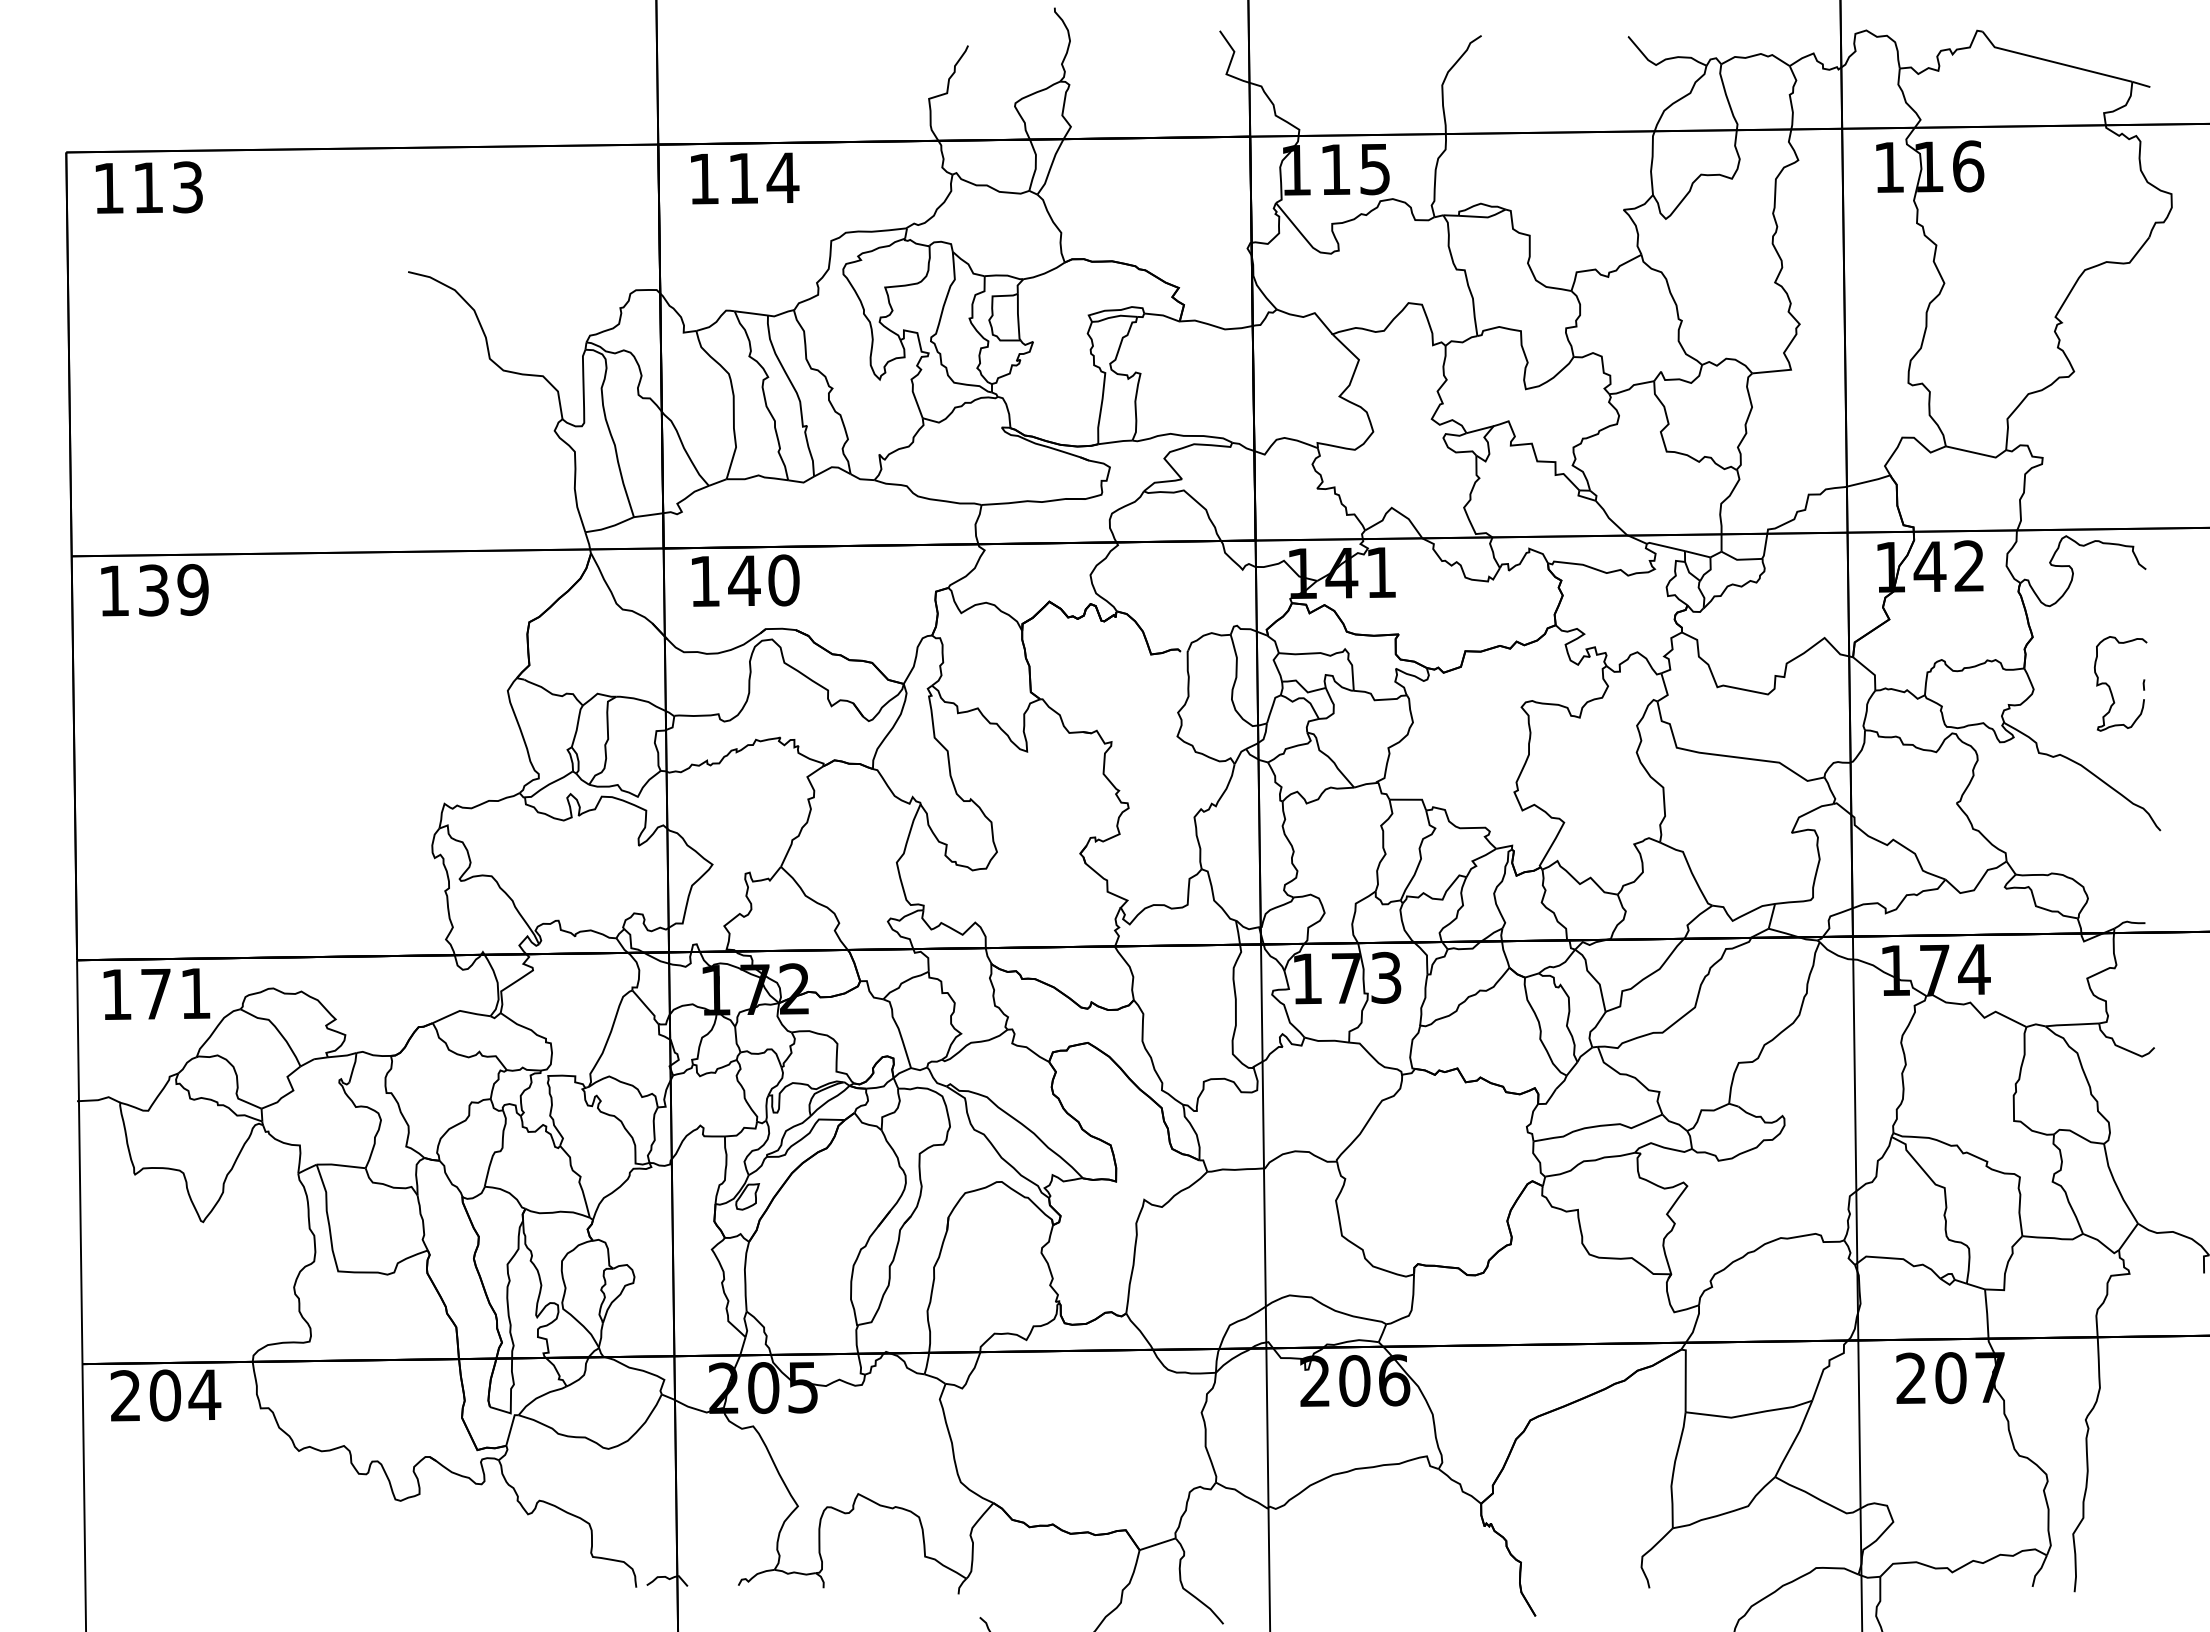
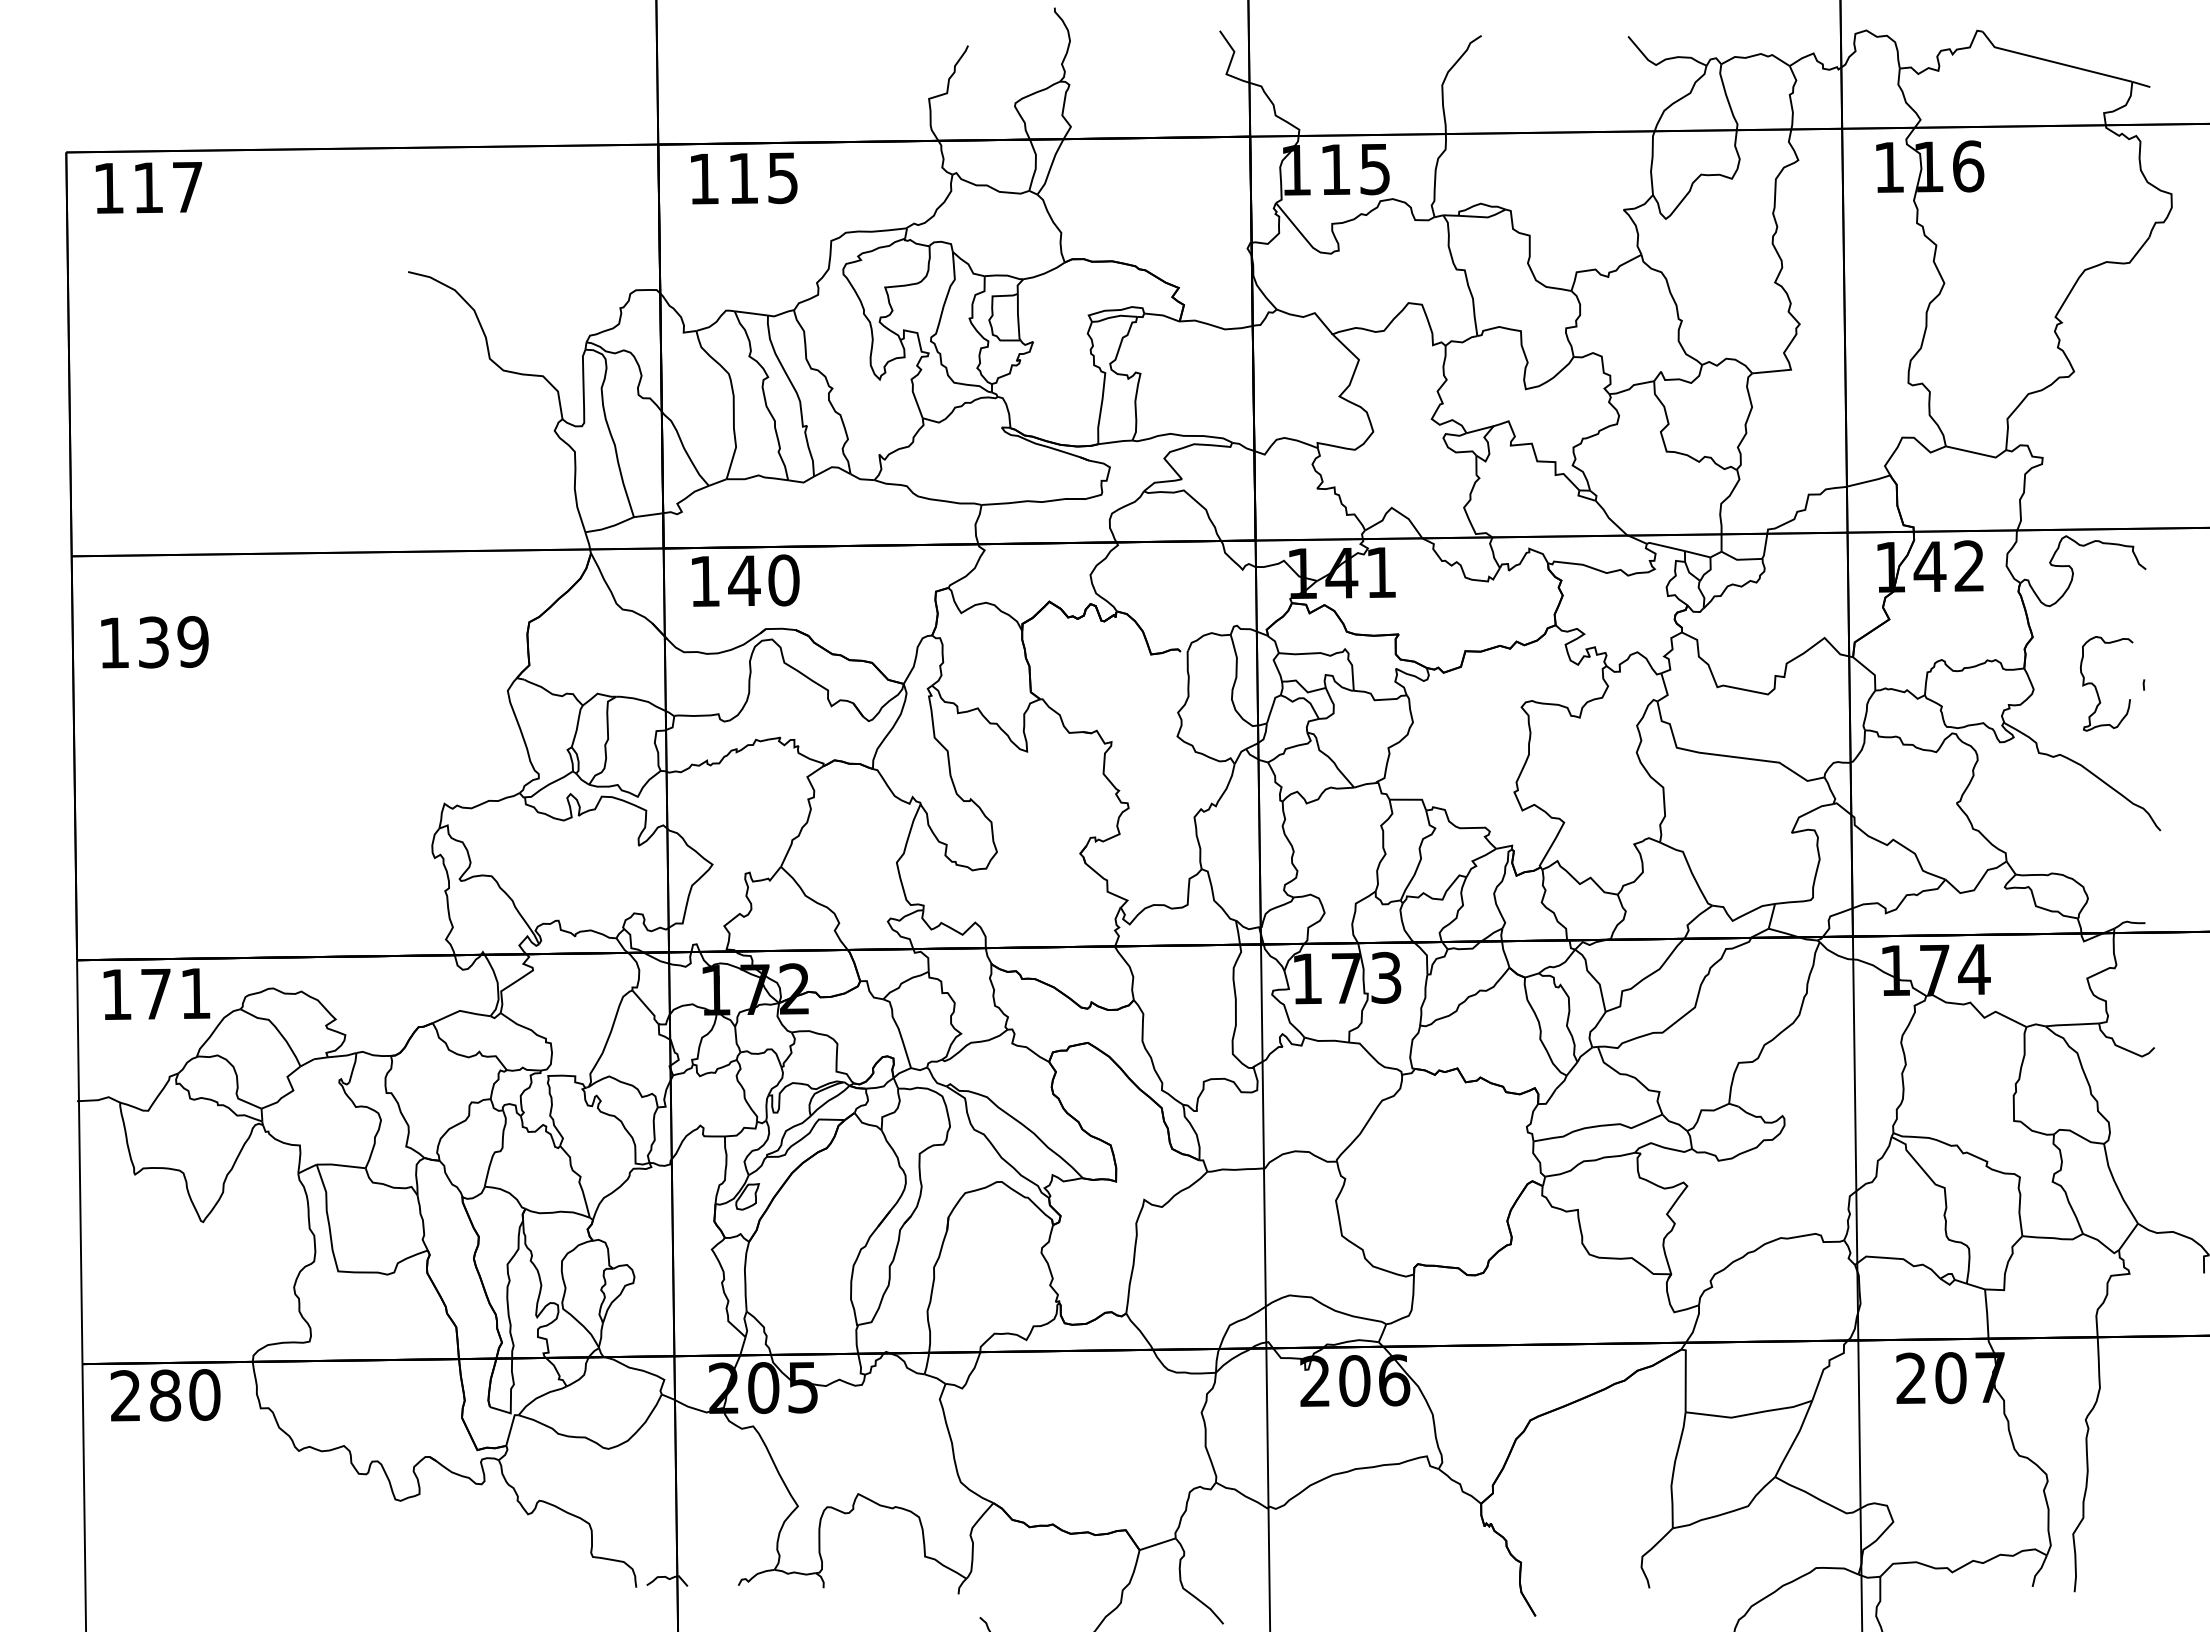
text at (782, 178): 114 -> 115
text at (187, 187): 113 -> 117
text at (154, 590) position: (154, 590) -> (154, 642)
curve at (2110, 686) position: (2110, 686) -> (2096, 686)
text at (185, 1395): 204 -> 280
